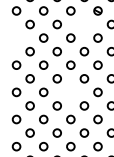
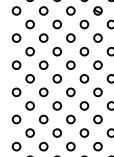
circle at (84, 24): none -> present
circle at (16, 37): none -> present
circle at (70, 92): none -> present
